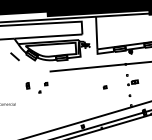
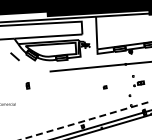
part at (132, 80) position: (132, 80) -> (138, 81)
part at (43, 87): present -> none
line at (85, 120): solid -> dashed
